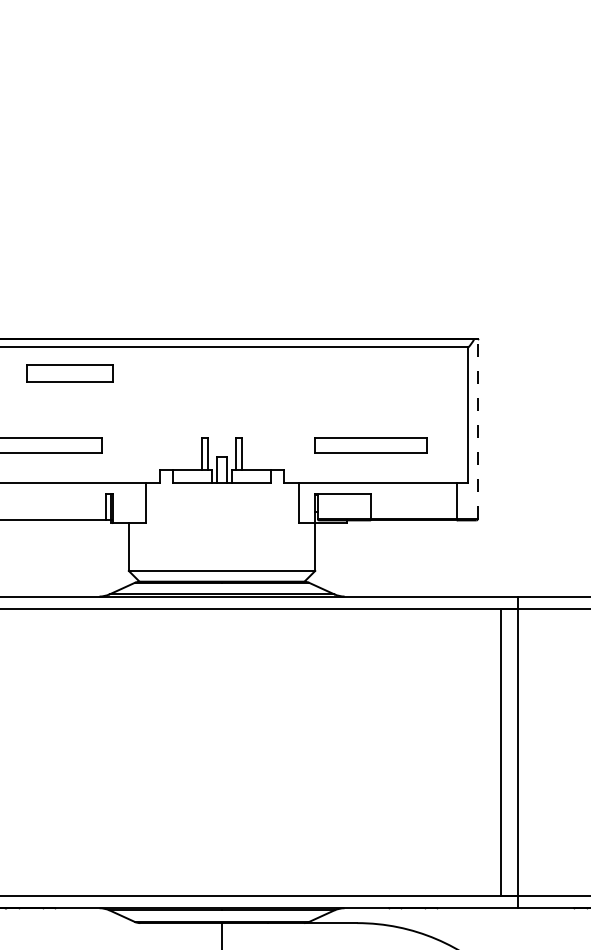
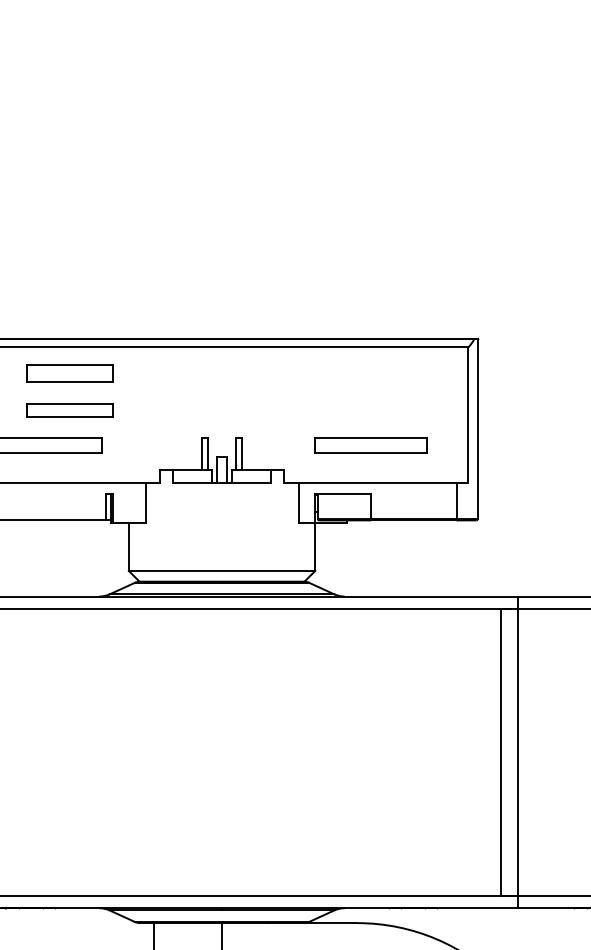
part at (69, 410): none -> present
line at (477, 429): dashed -> solid
line at (154, 934): none -> present
